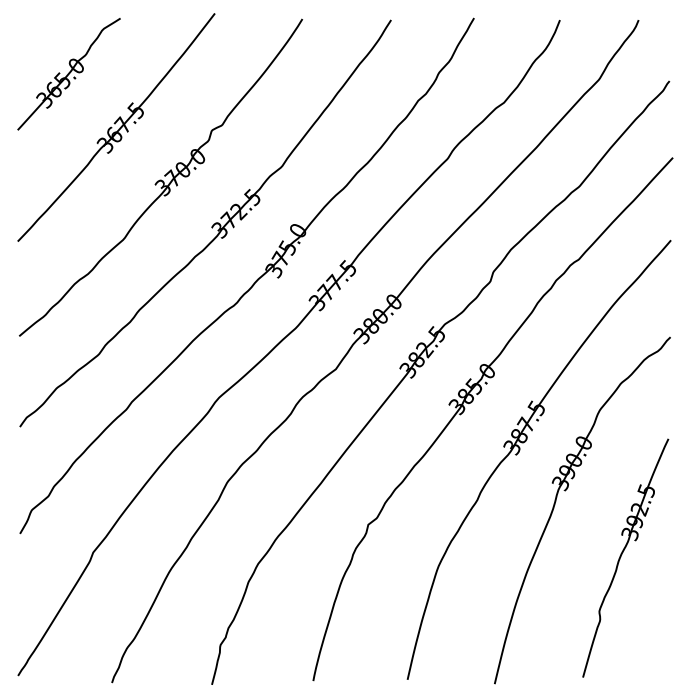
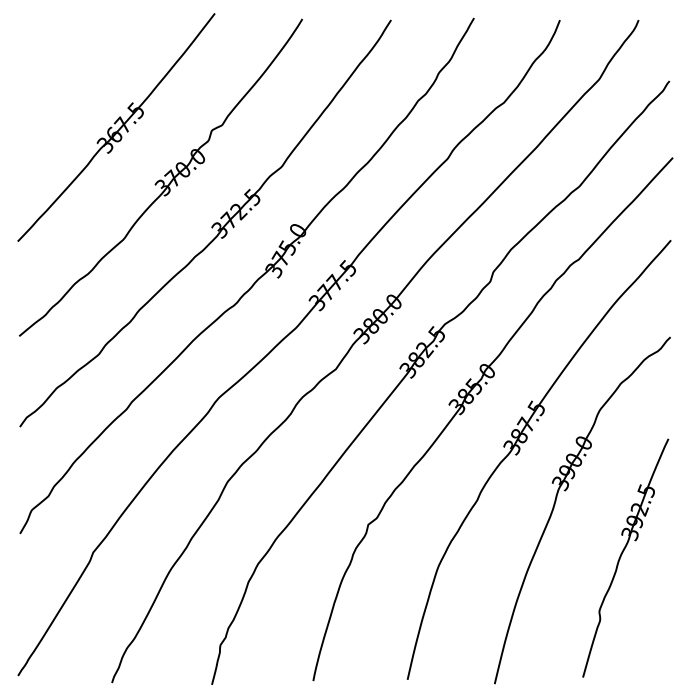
part at (68, 74): present -> none
